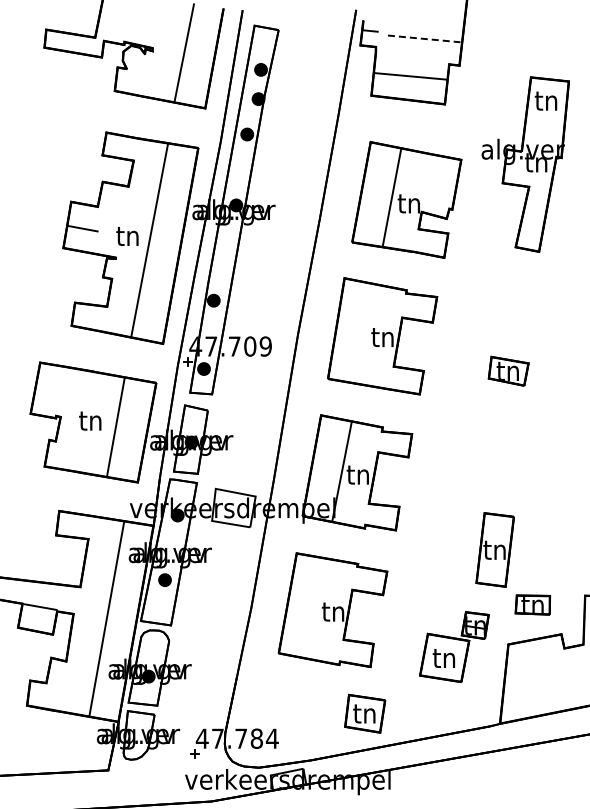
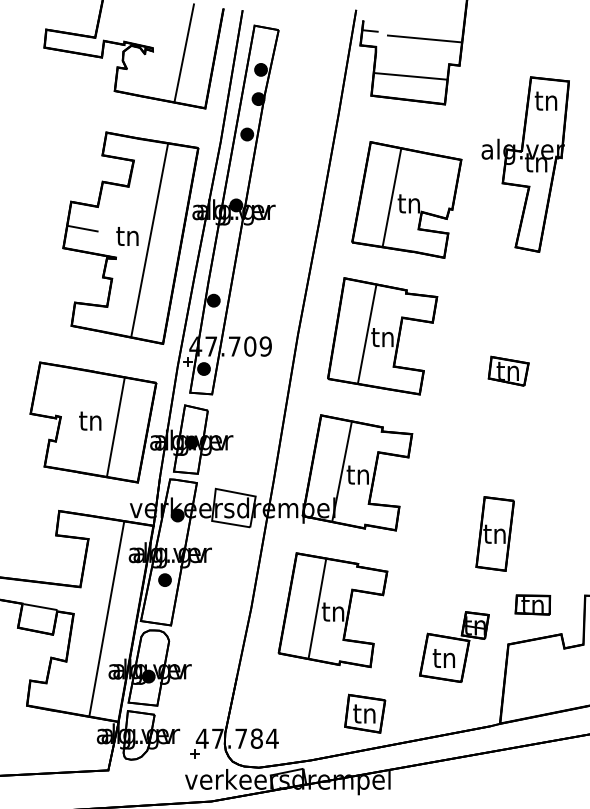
line at (424, 38): dashed -> solid
line at (366, 334): none -> present
part at (494, 549) position: (494, 549) -> (494, 533)
line at (317, 608): none -> present
